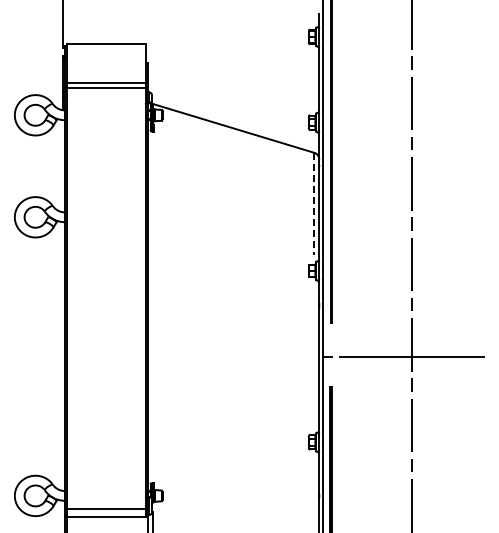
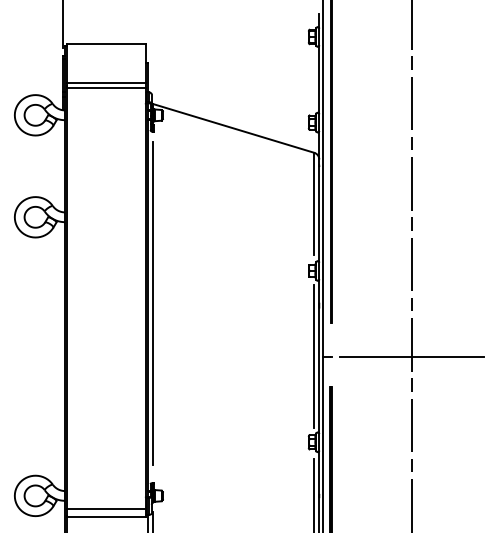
line at (314, 204): dashed -> solid
line at (153, 303): none -> present
line at (314, 355): none -> present
line at (314, 494): none -> present
